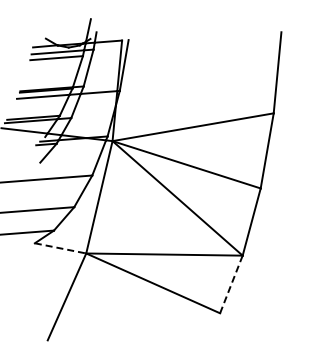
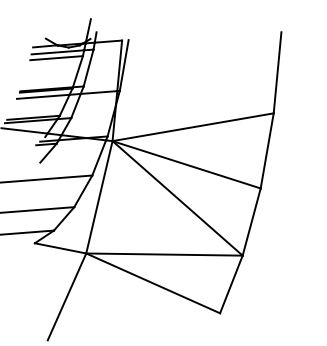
line at (61, 248): dashed -> solid
line at (231, 284): dashed -> solid
